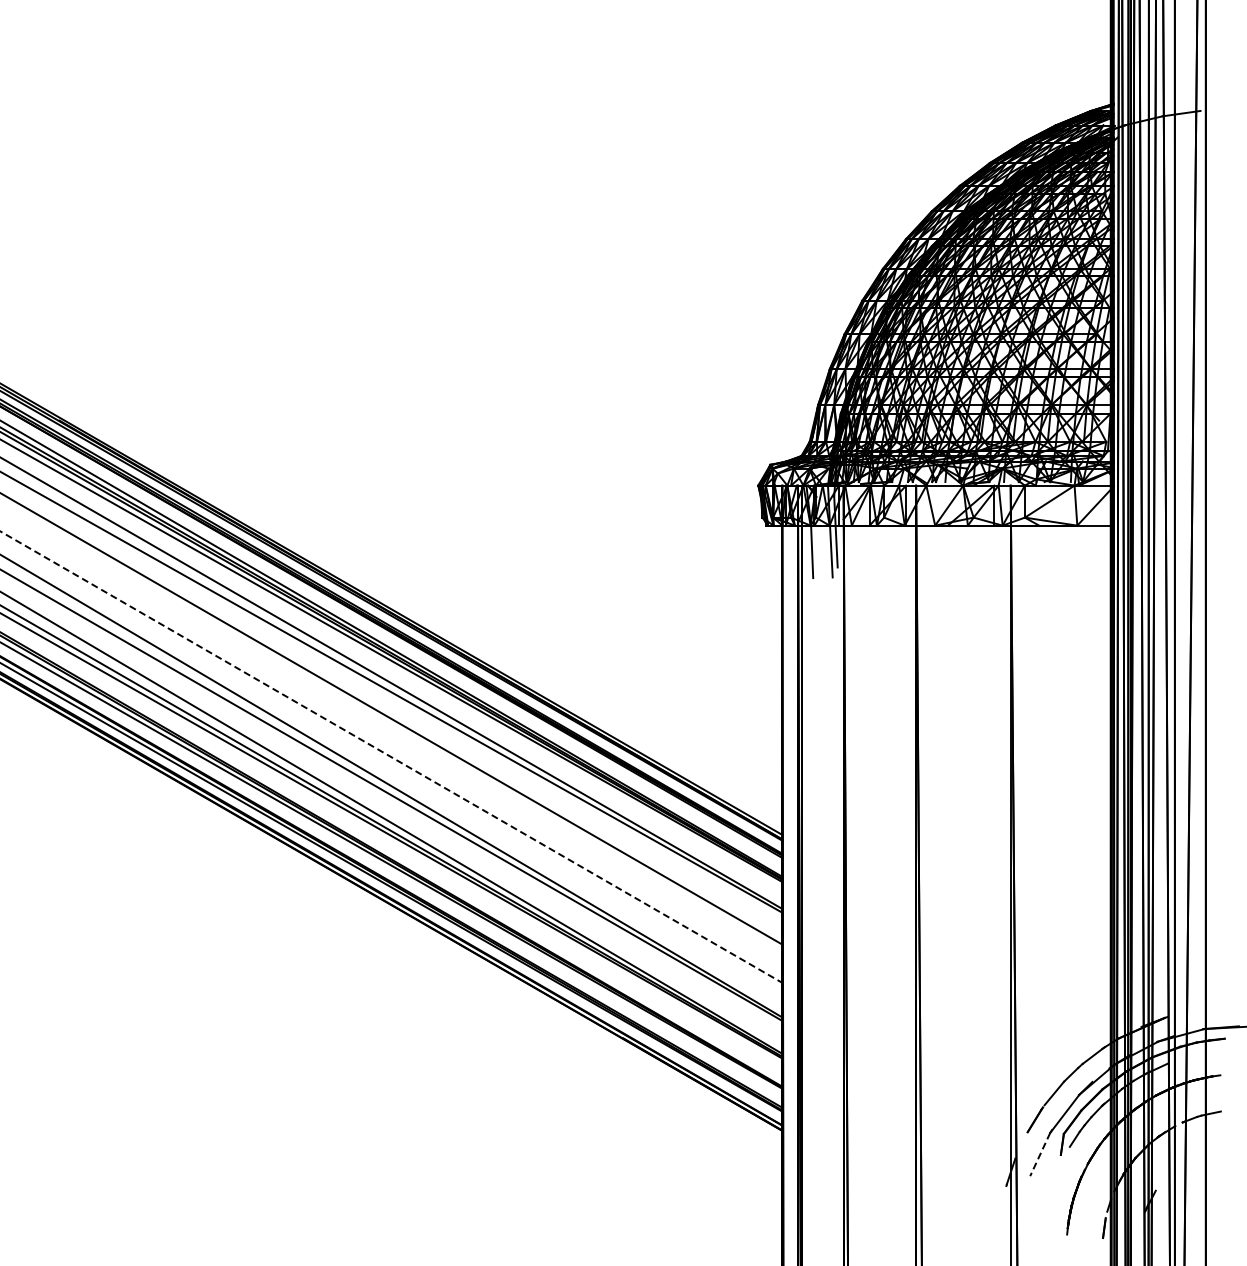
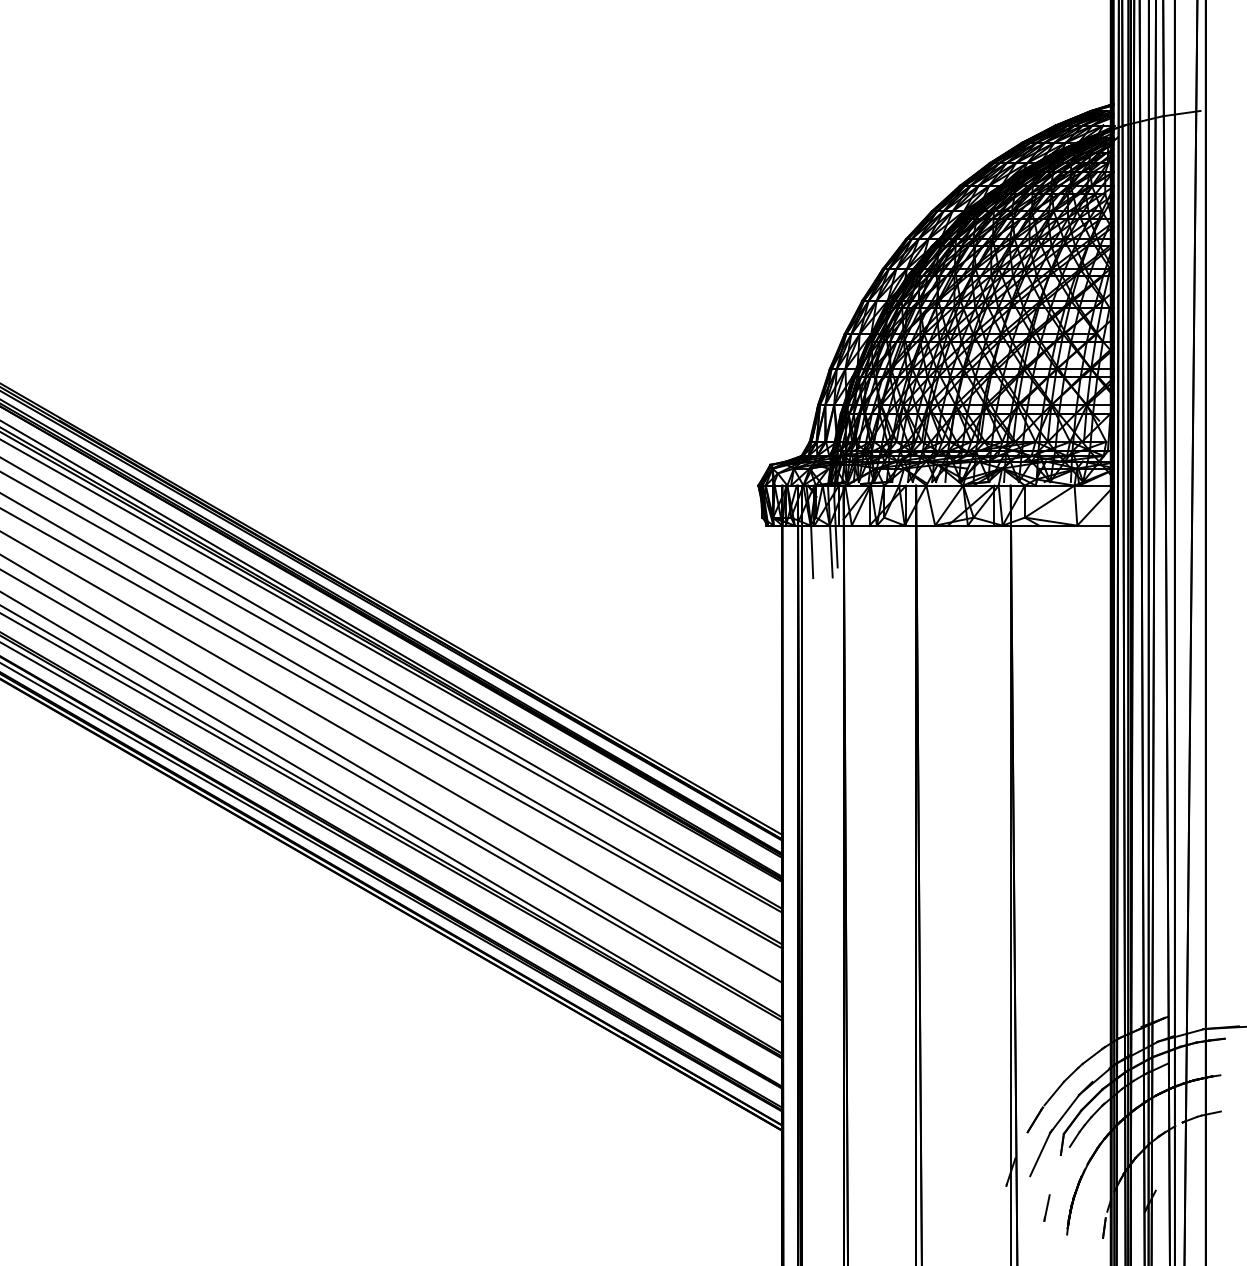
line at (392, 728): none -> present
line at (391, 757): dashed -> solid
line at (1040, 1154): dashed -> solid
line at (1046, 1207): none -> present
